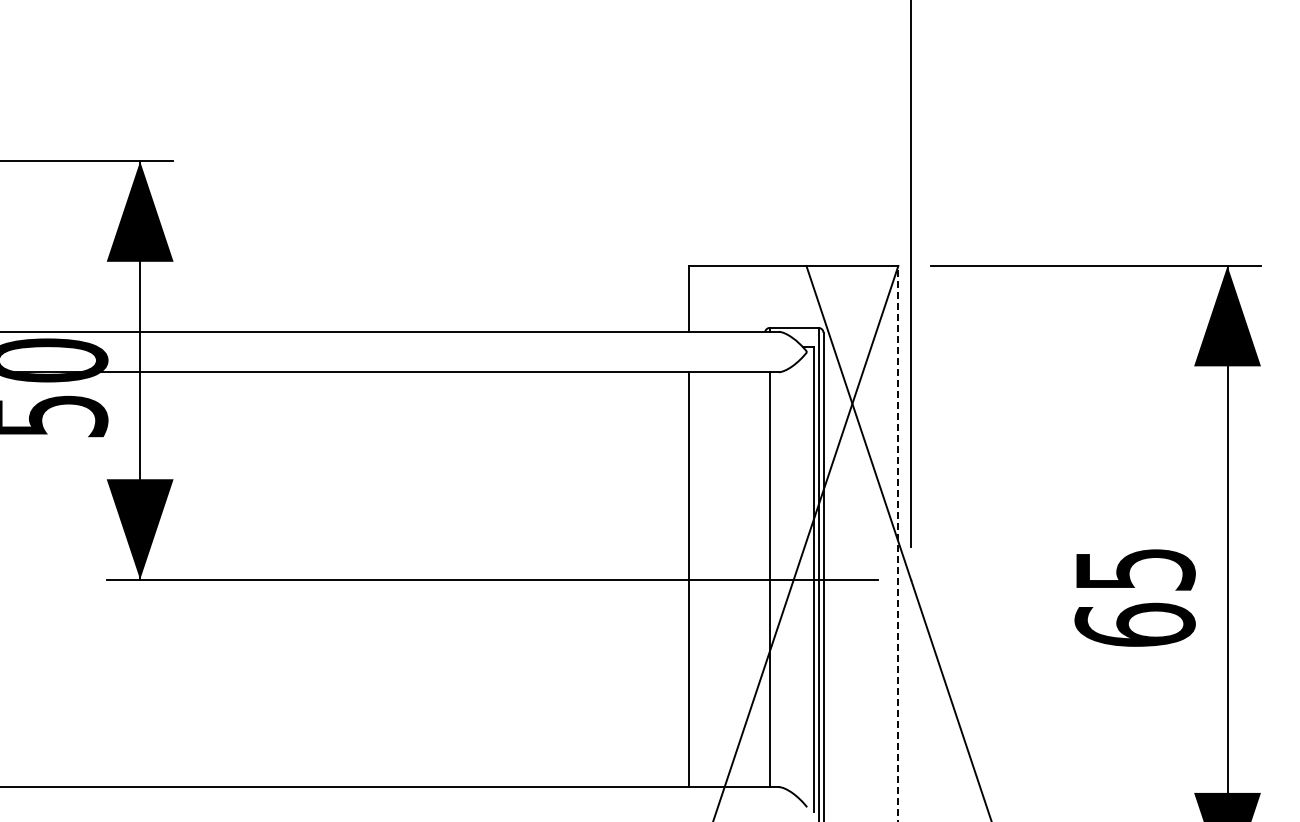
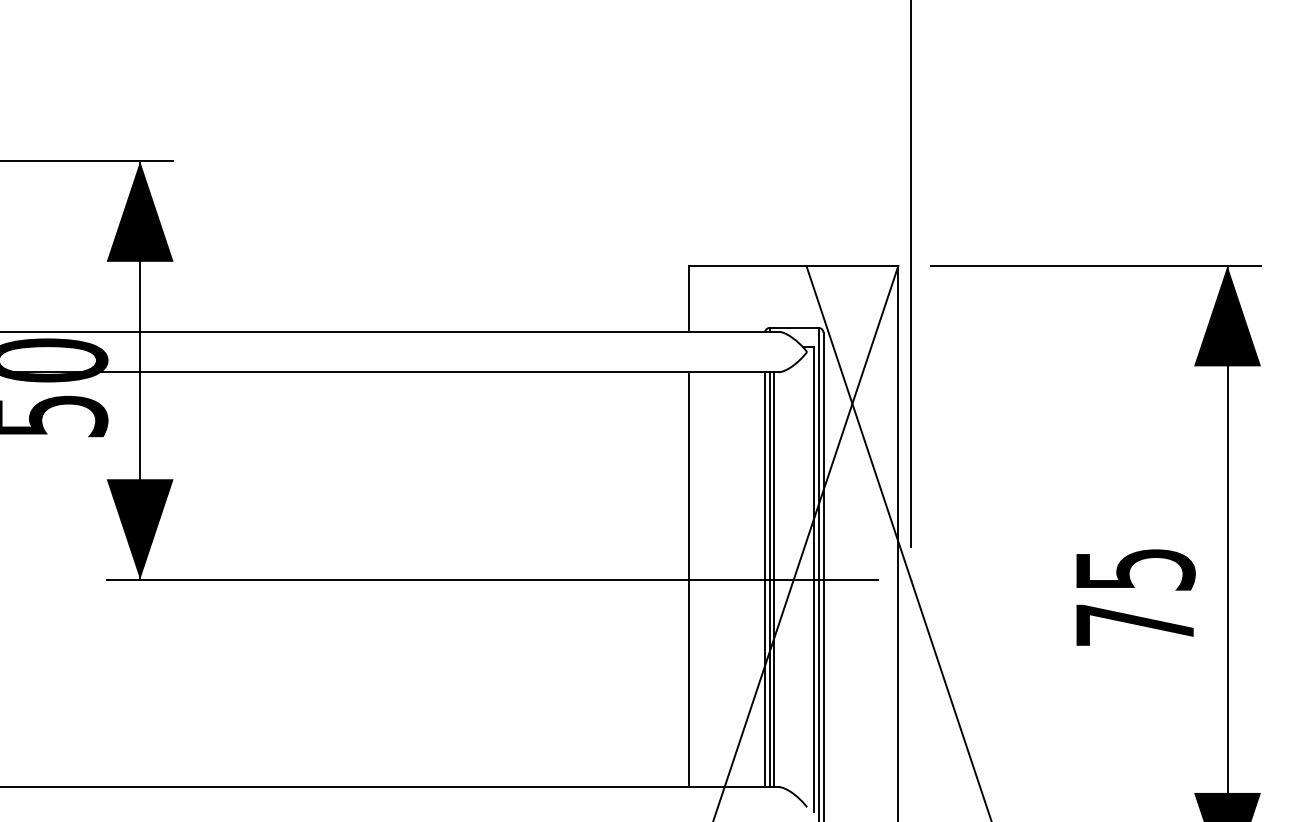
line at (898, 543): dashed -> solid
line at (765, 579): none -> present
line at (774, 579): none -> present
text at (1134, 624): 65 -> 75
